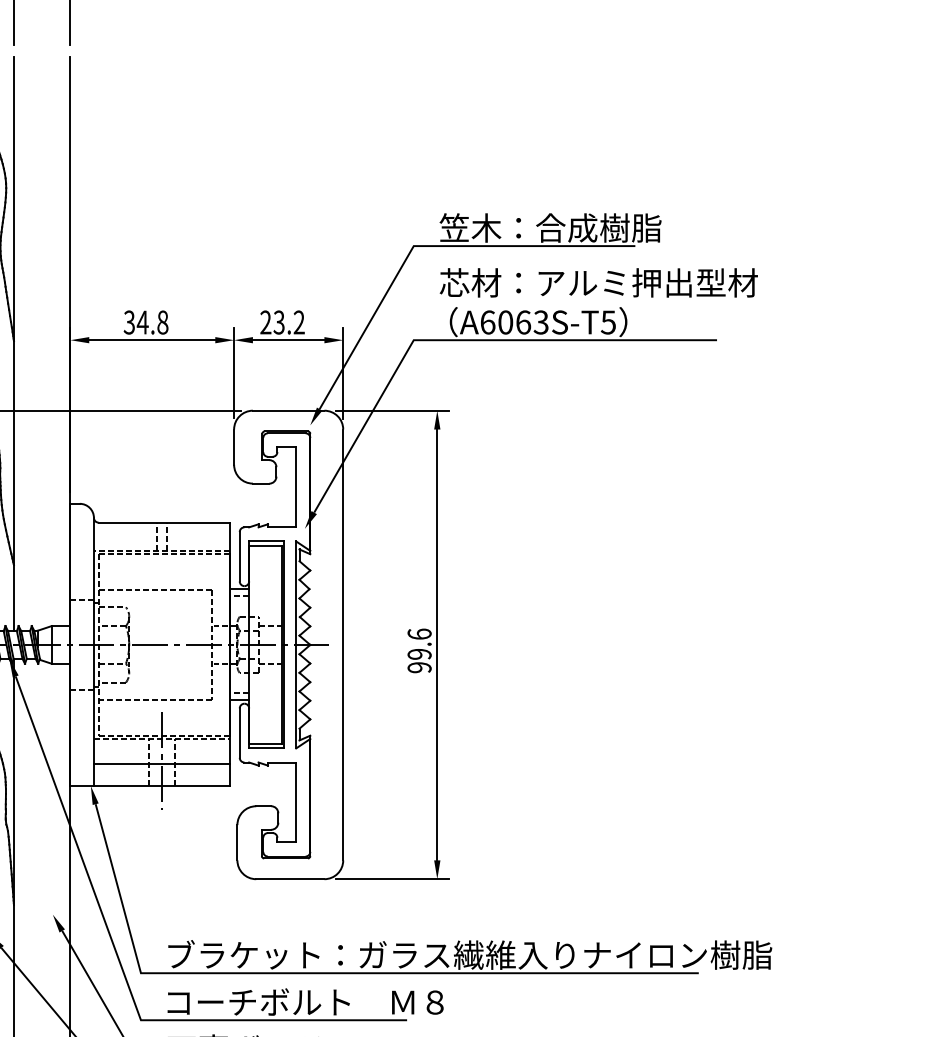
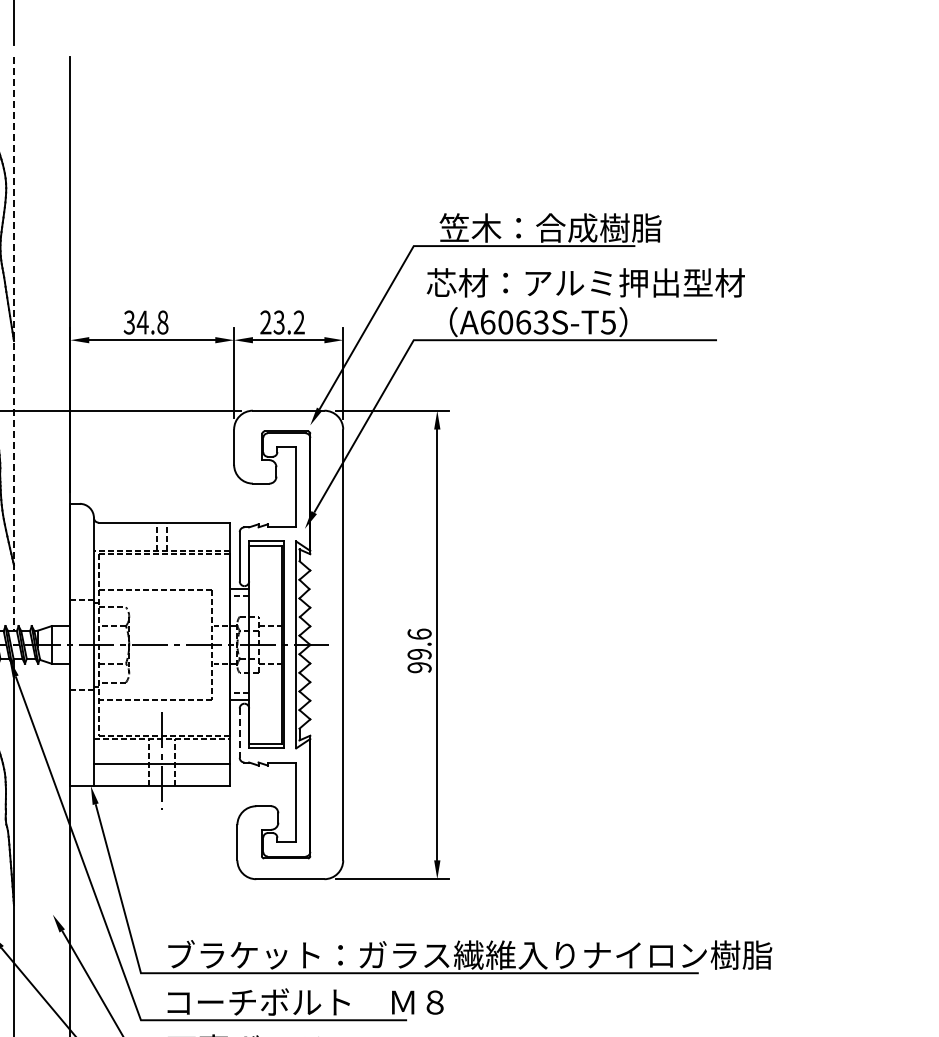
line at (70, 23): present -> none
text at (598, 282) position: (598, 282) -> (585, 282)
line at (14, 344): solid -> dashed
line at (239, 733): solid -> dashed
